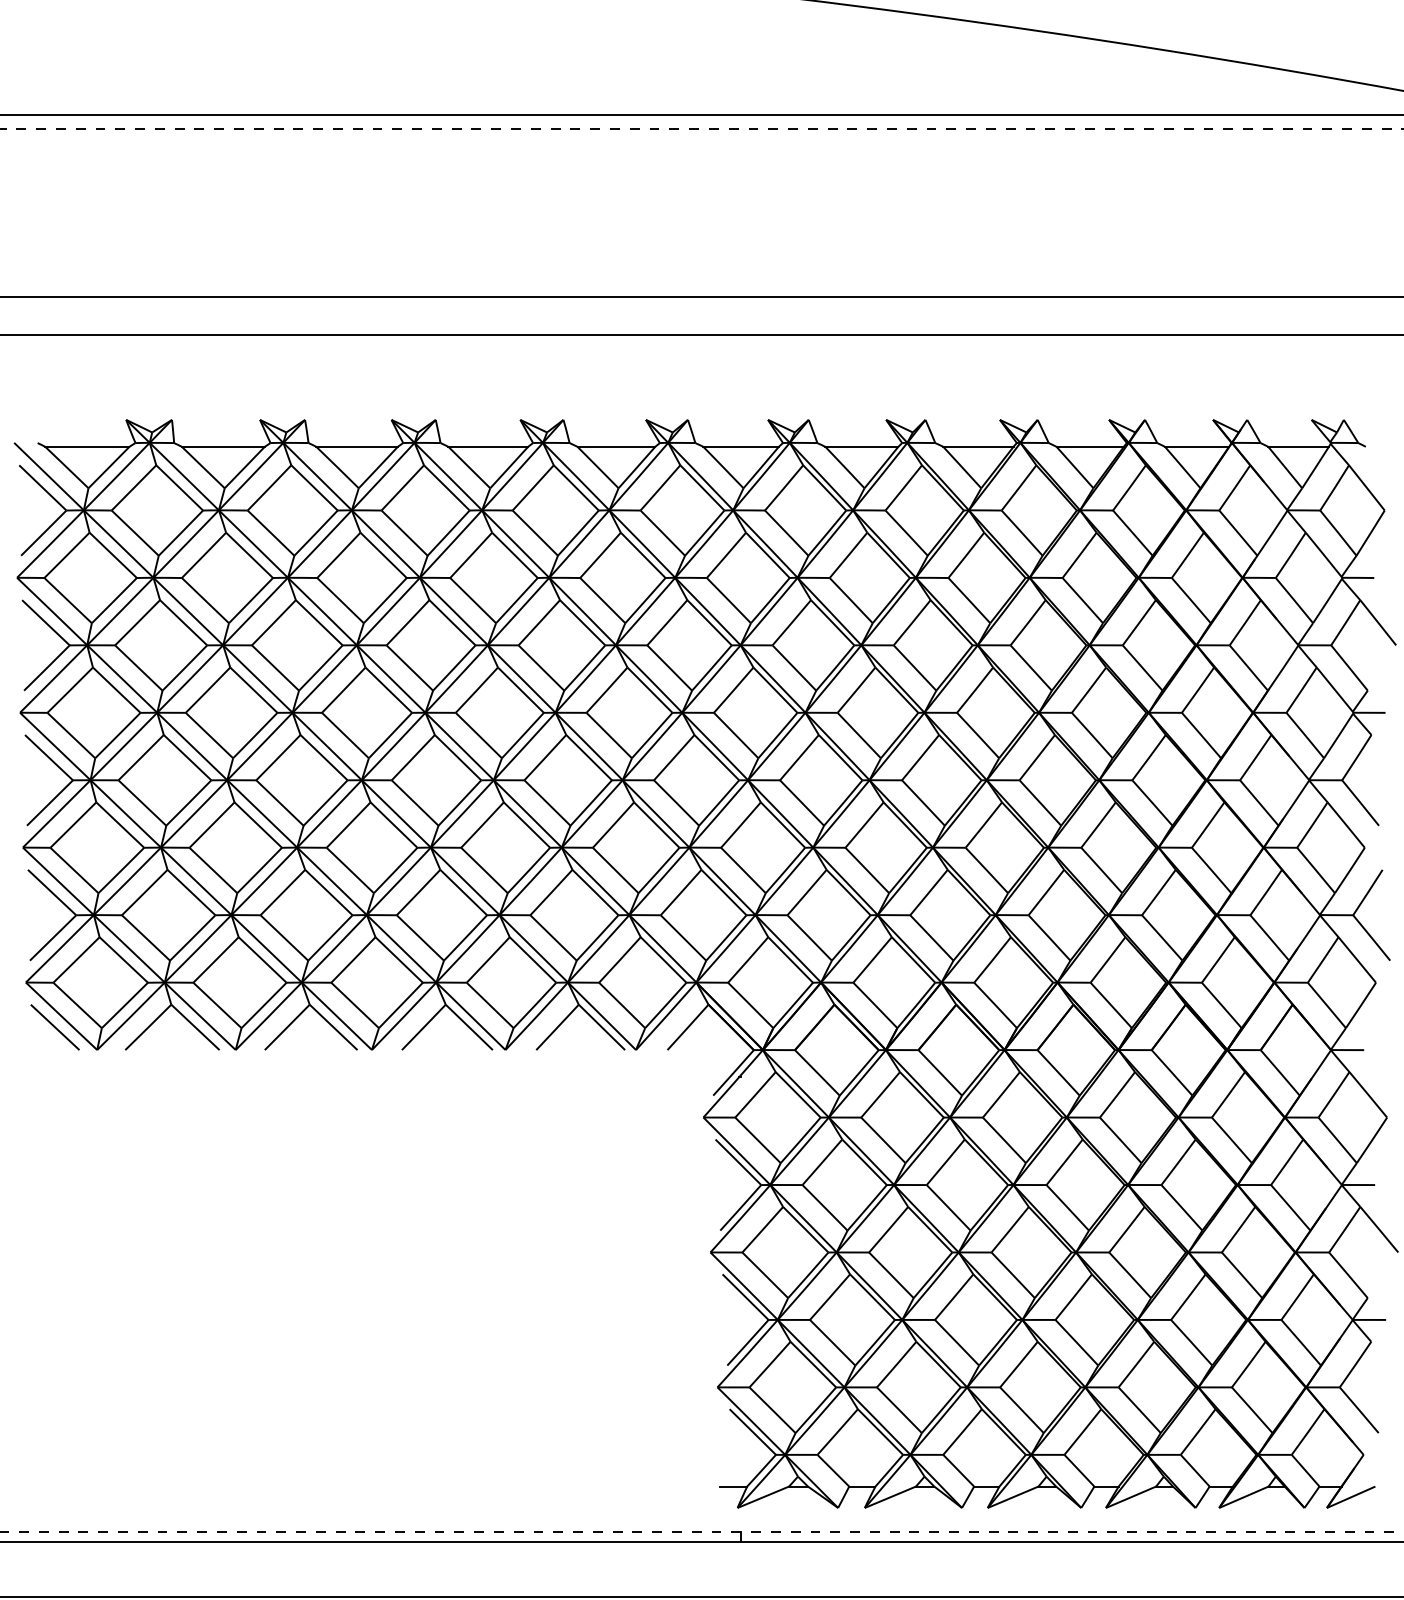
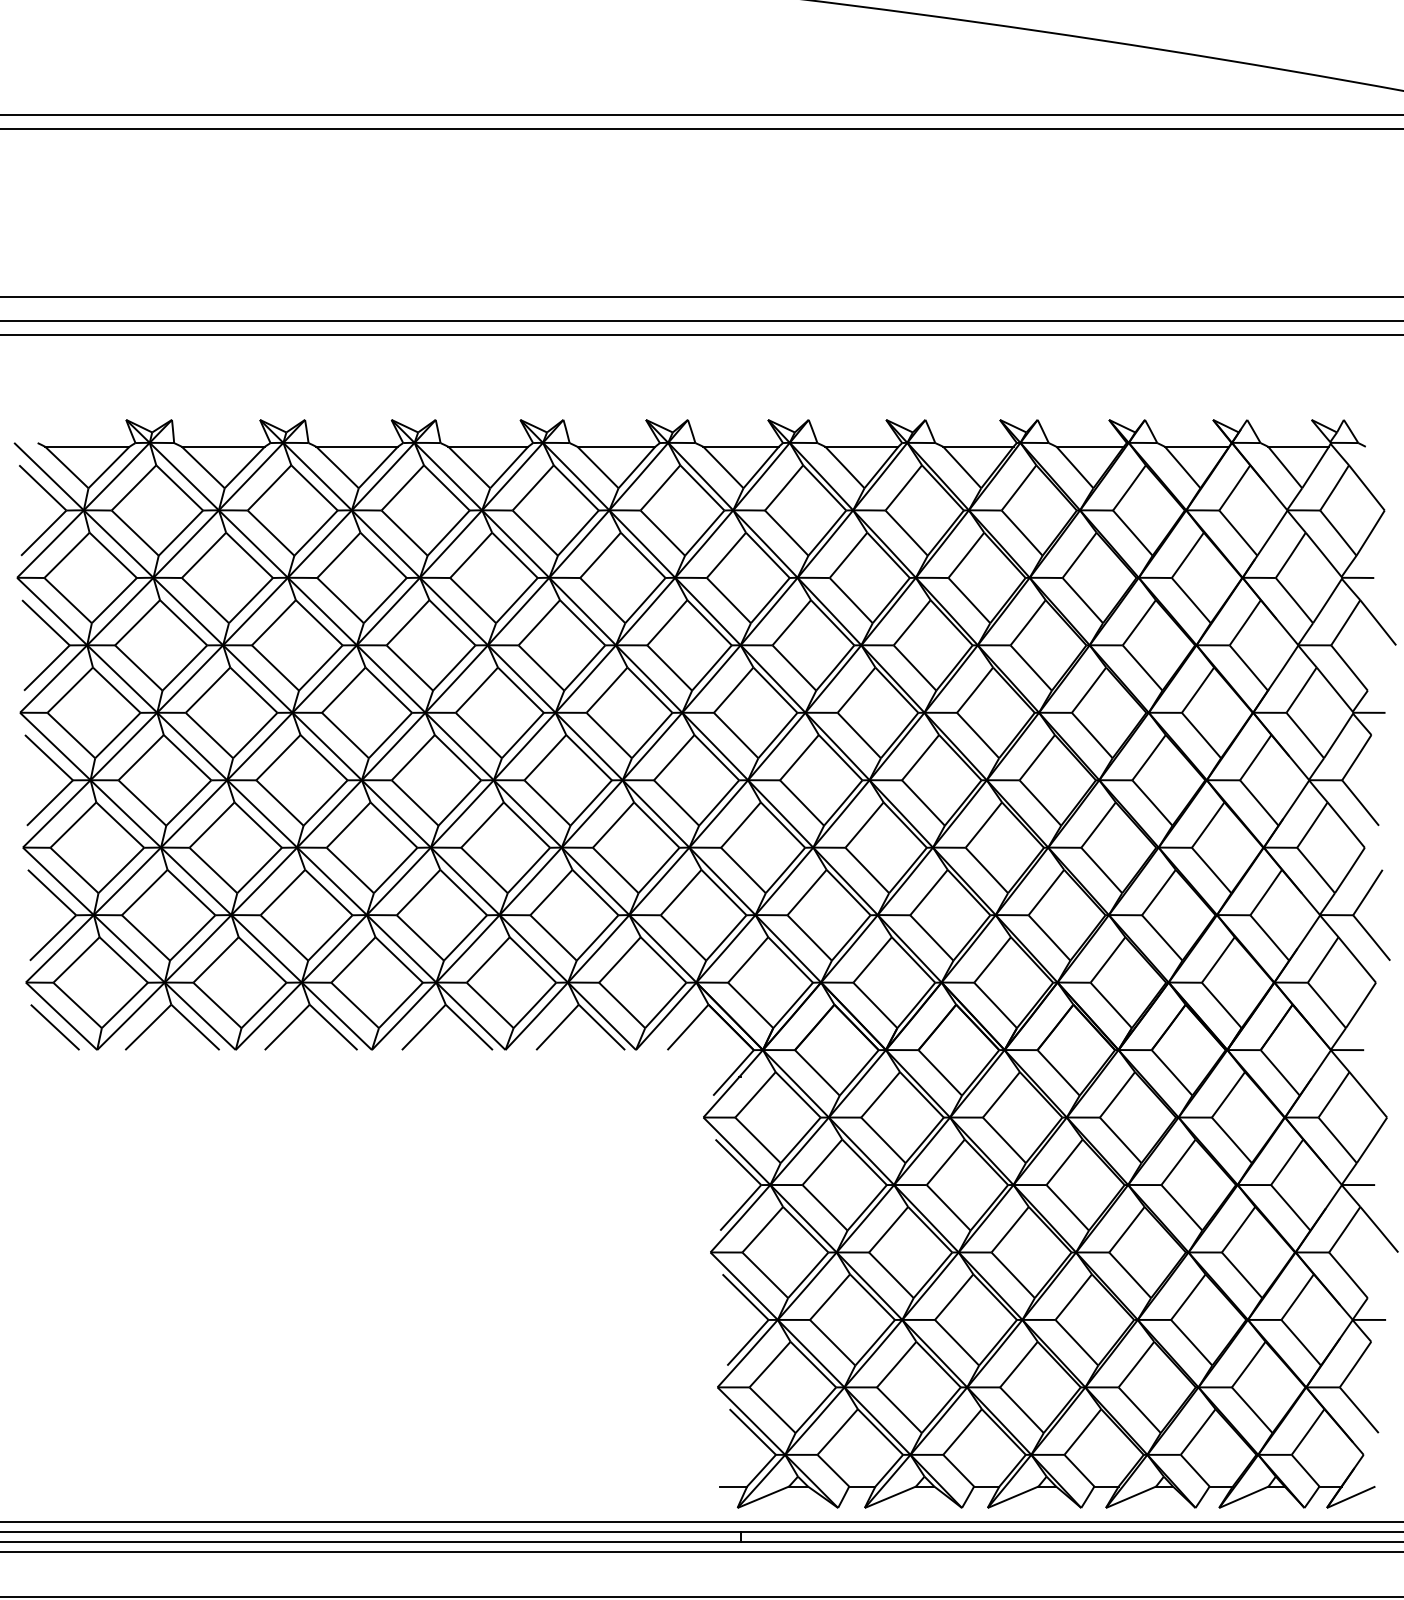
line at (701, 129): dashed -> solid
line at (701, 320): none -> present
line at (701, 1522): none -> present
line at (702, 1532): dashed -> solid
line at (701, 1552): none -> present
